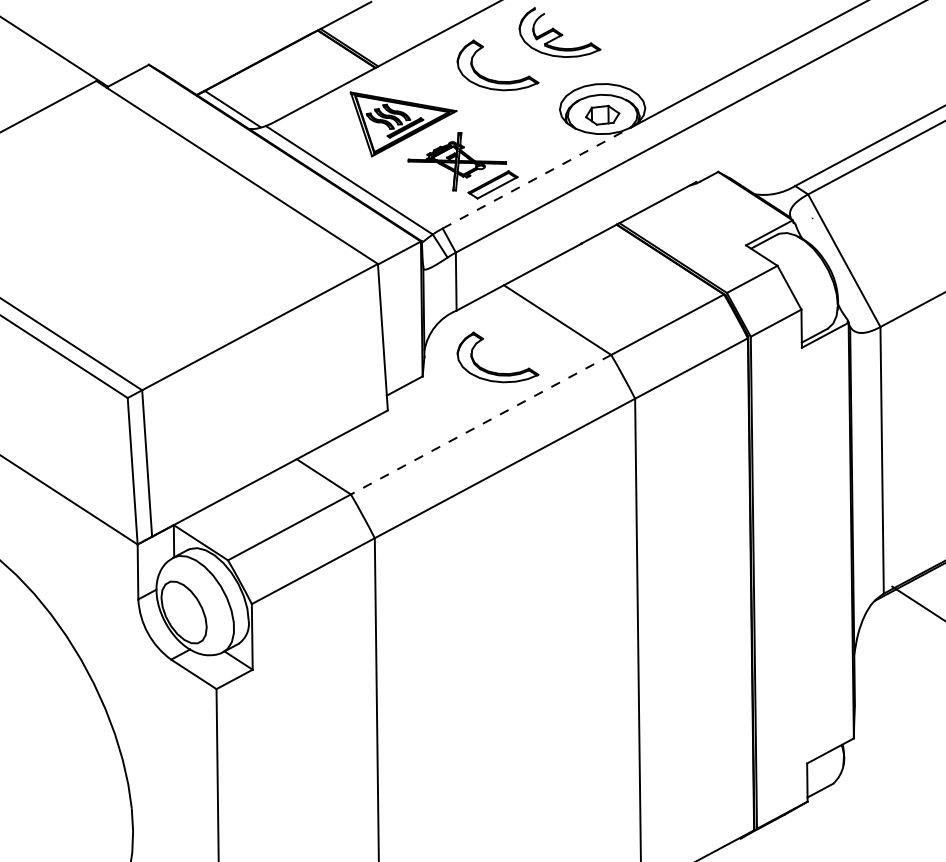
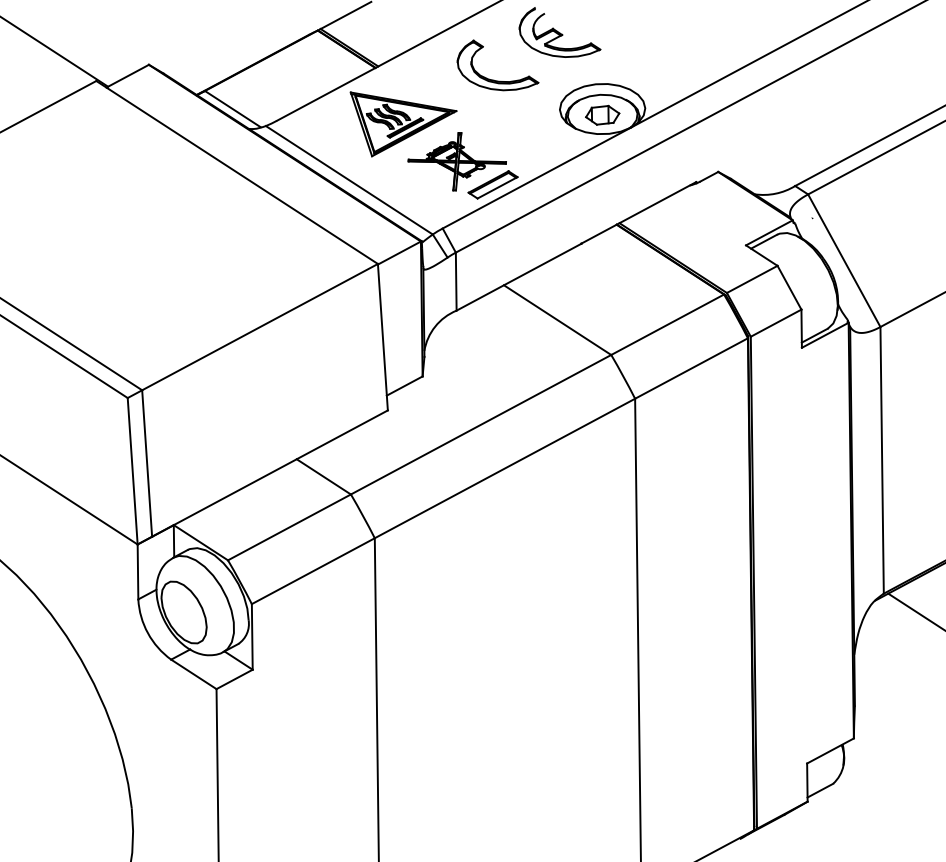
line at (536, 178): dashed -> solid
part at (494, 371): present -> none
line at (481, 424): dashed -> solid
line at (917, 602) position: (917, 602) -> (915, 611)
